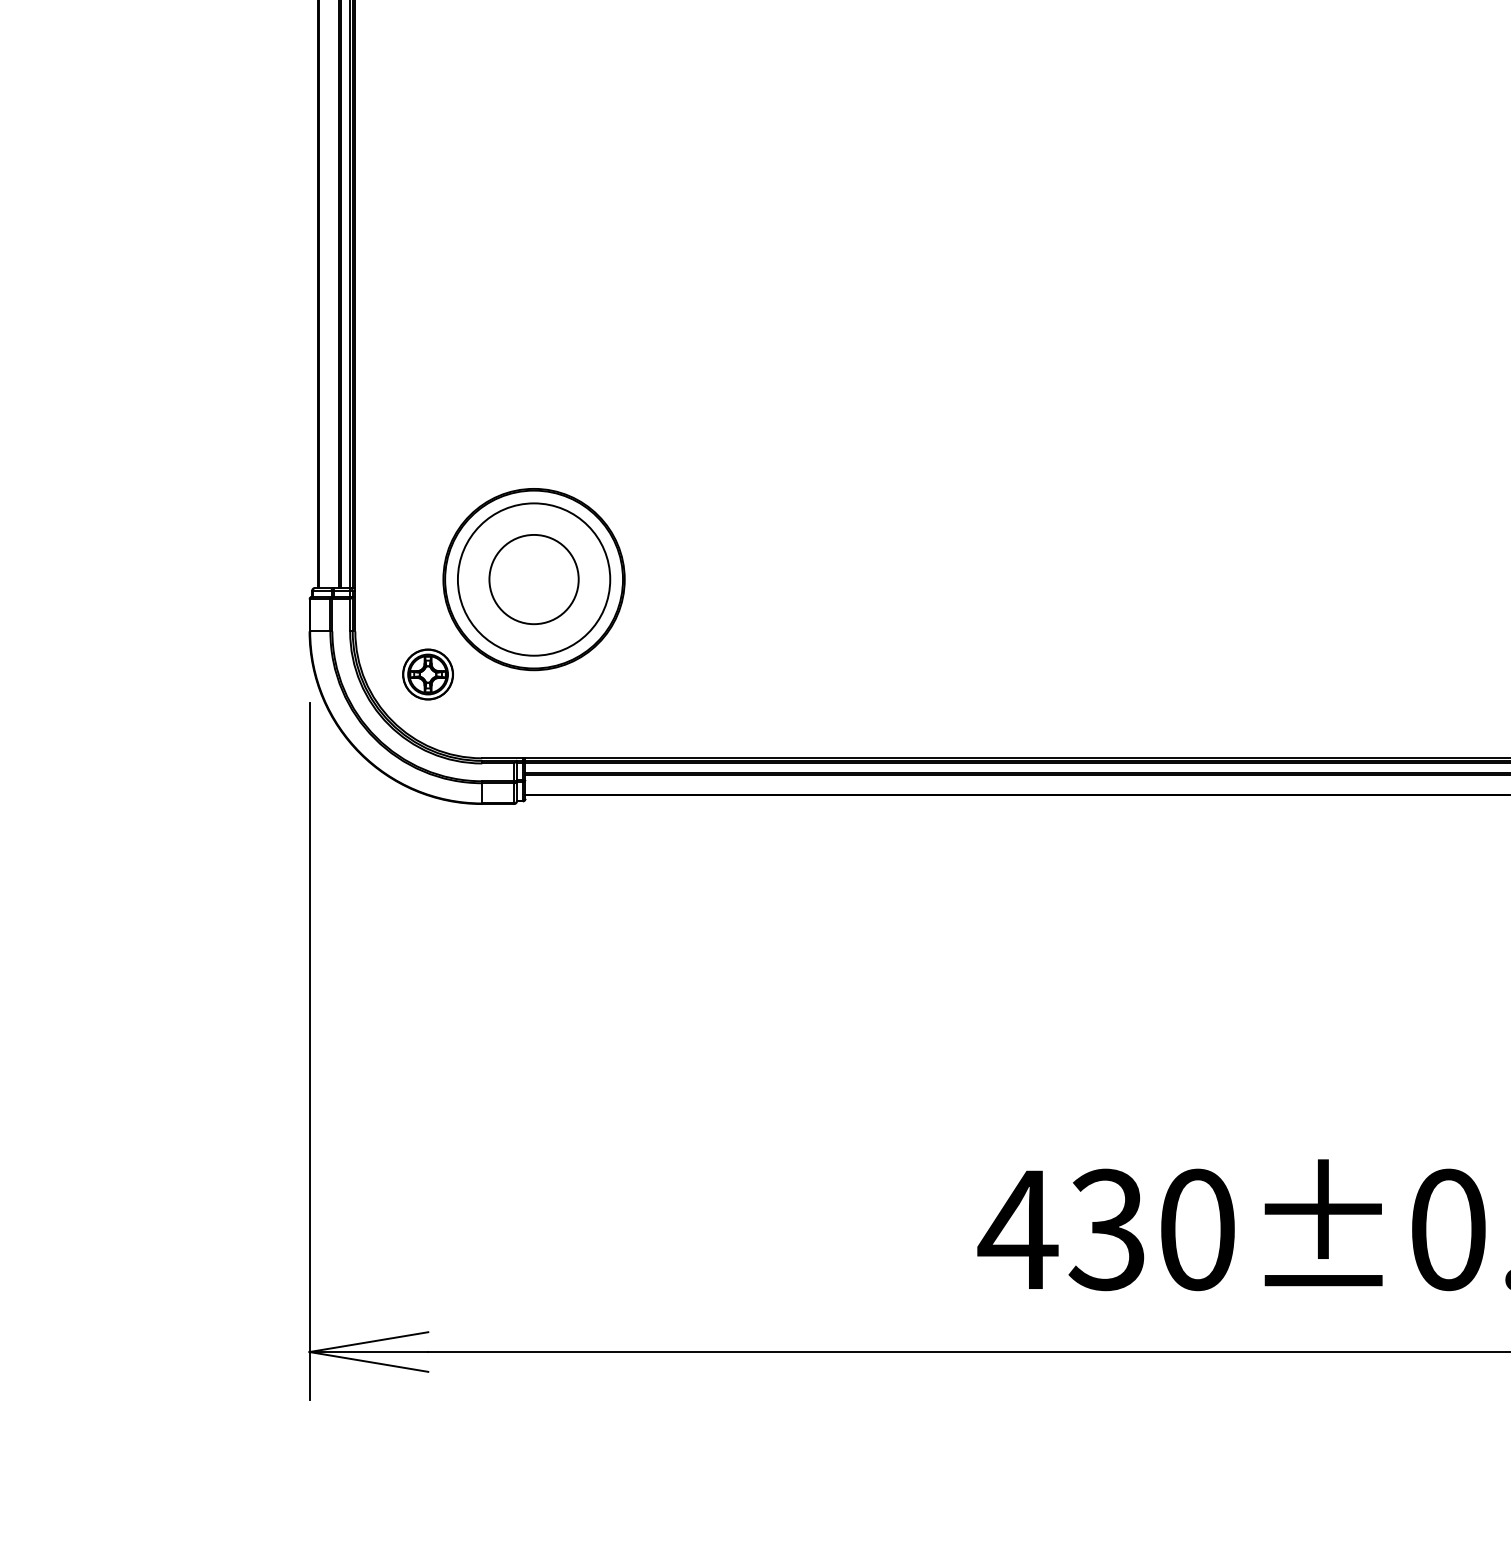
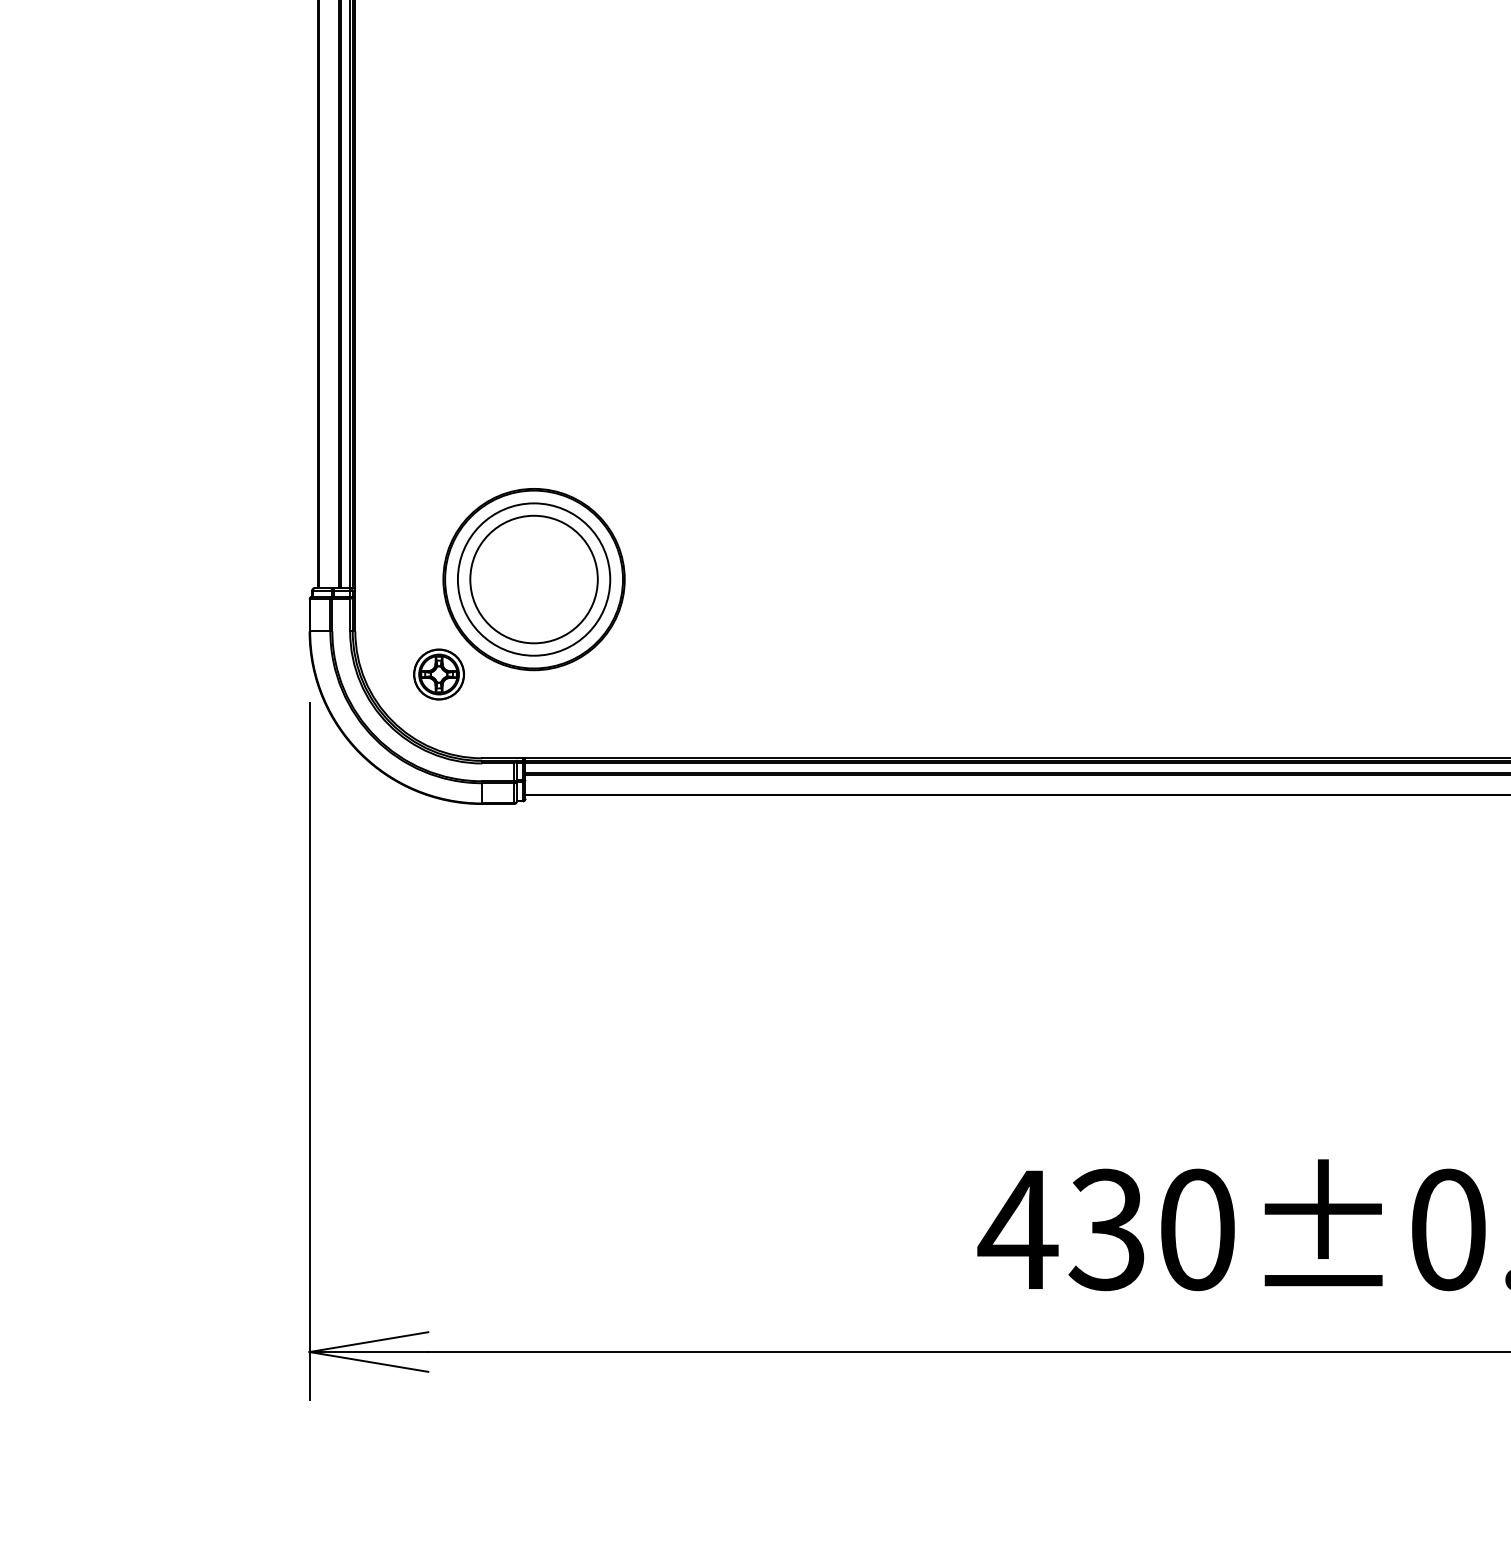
circle at (533, 579) diameter: 89 px -> 128 px
part at (427, 674) position: (427, 674) -> (438, 674)
